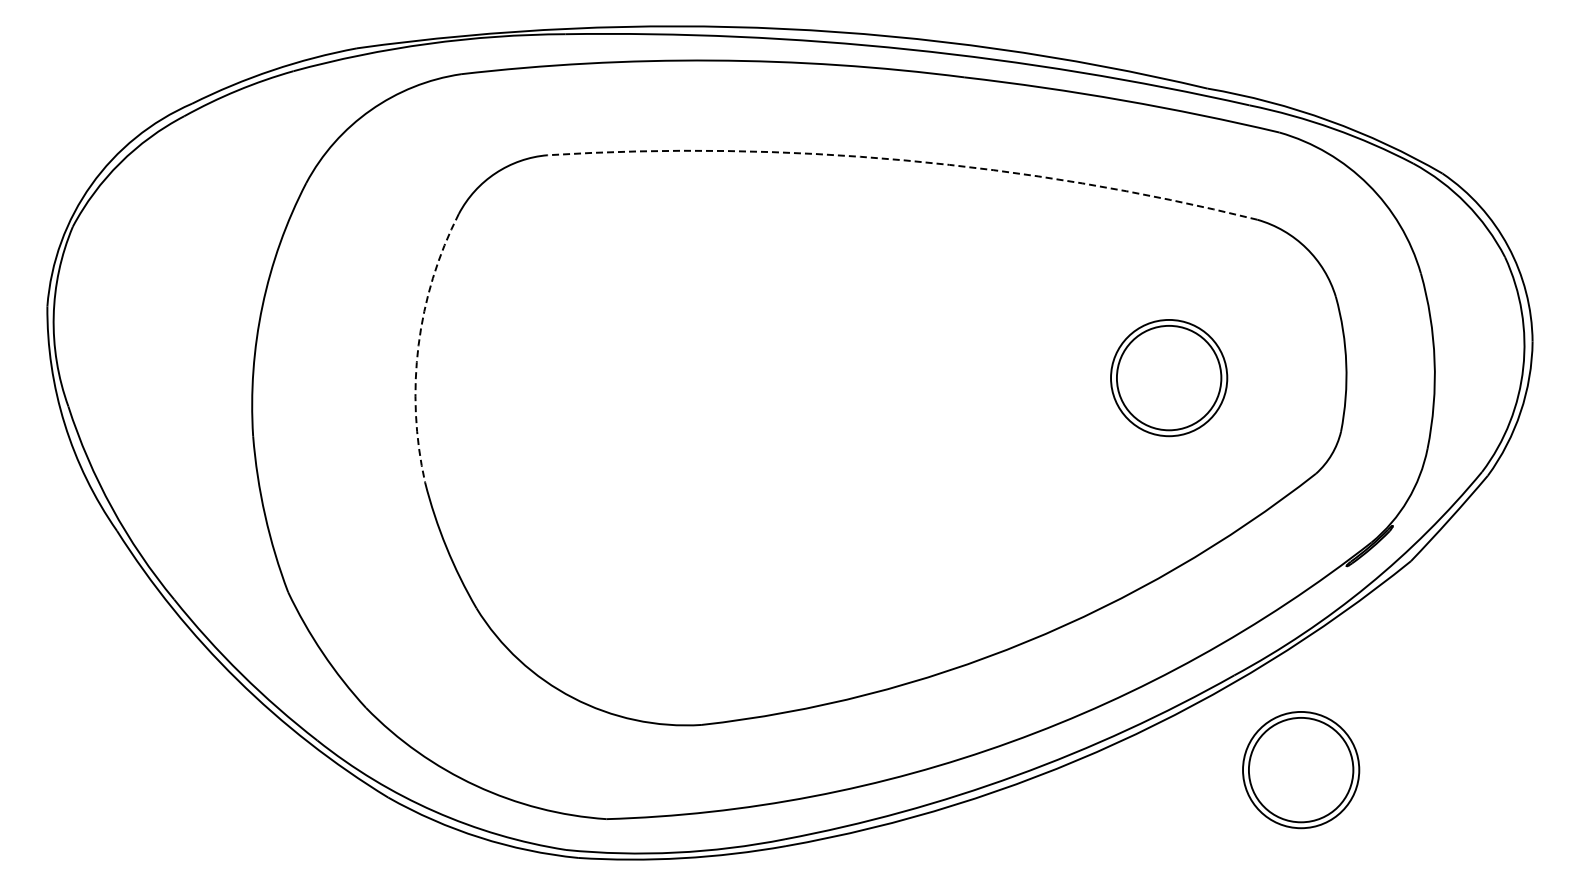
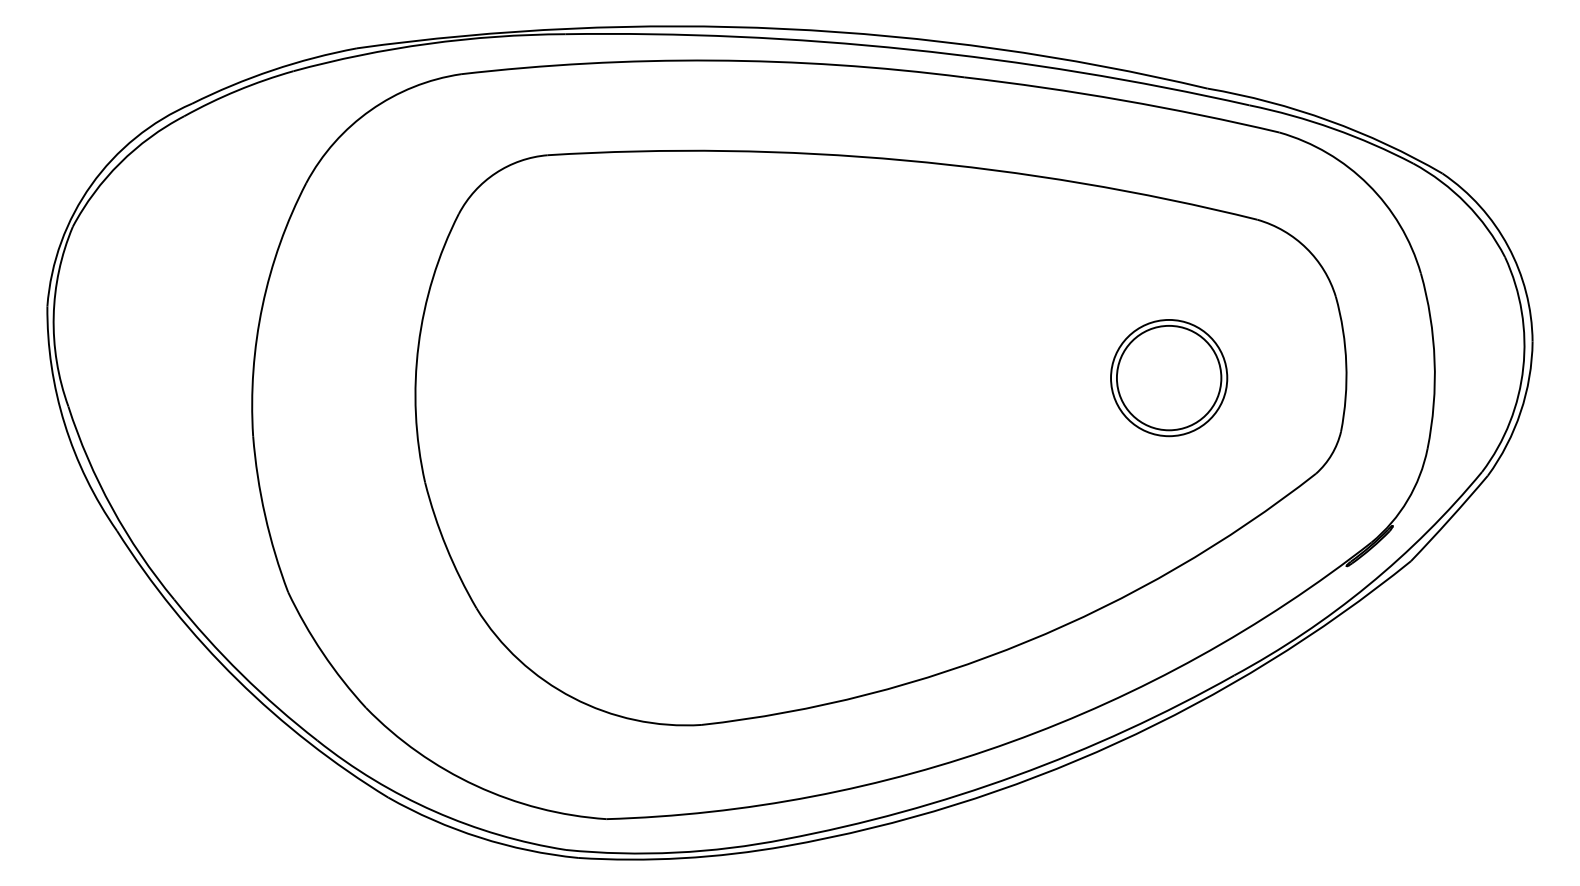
arc at (905, 160): dashed -> solid
arc at (418, 345): dashed -> solid
part at (1301, 770): present -> none
